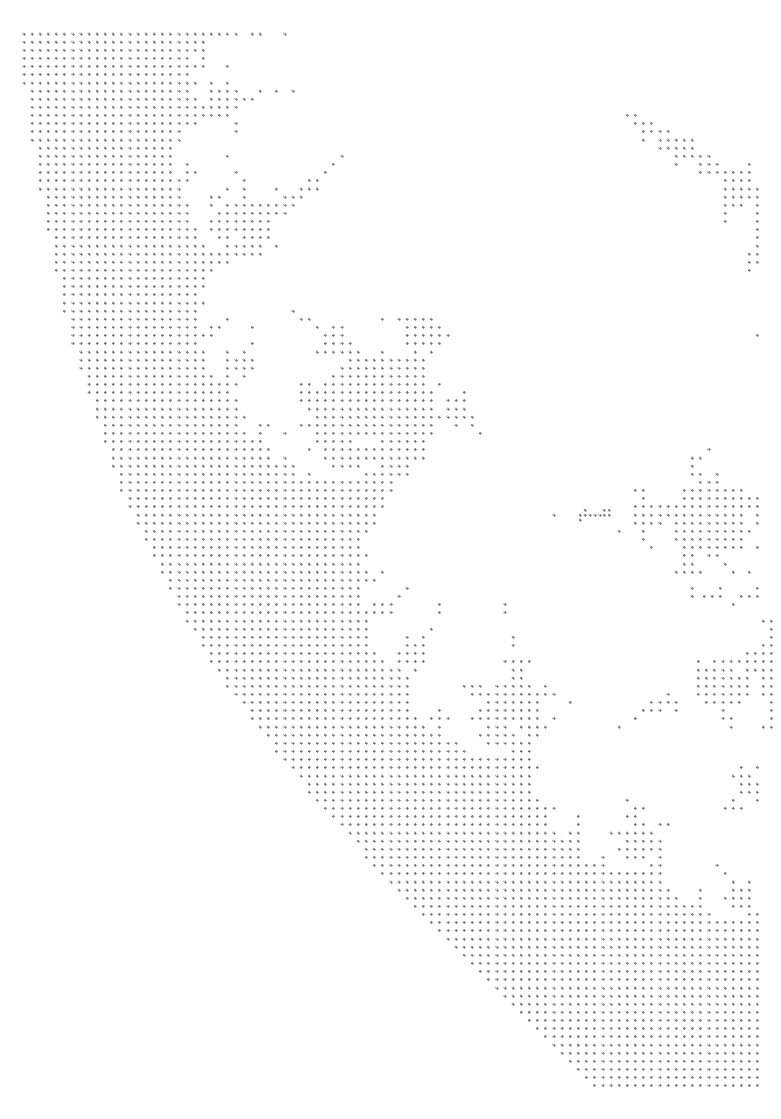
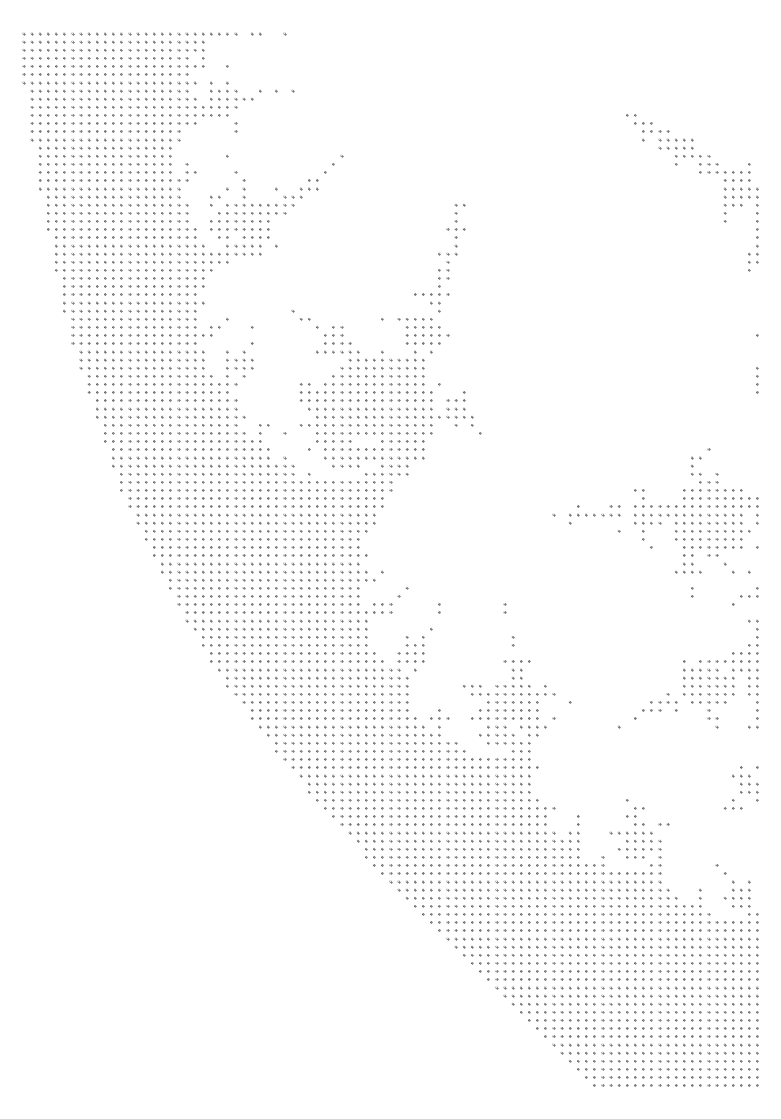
part at (439, 258): none -> present
part at (757, 380): none -> present
part at (594, 515) size: 32x13 px -> 52x20 px
part at (712, 592): present -> none
part at (734, 673) position: (734, 673) -> (720, 673)
